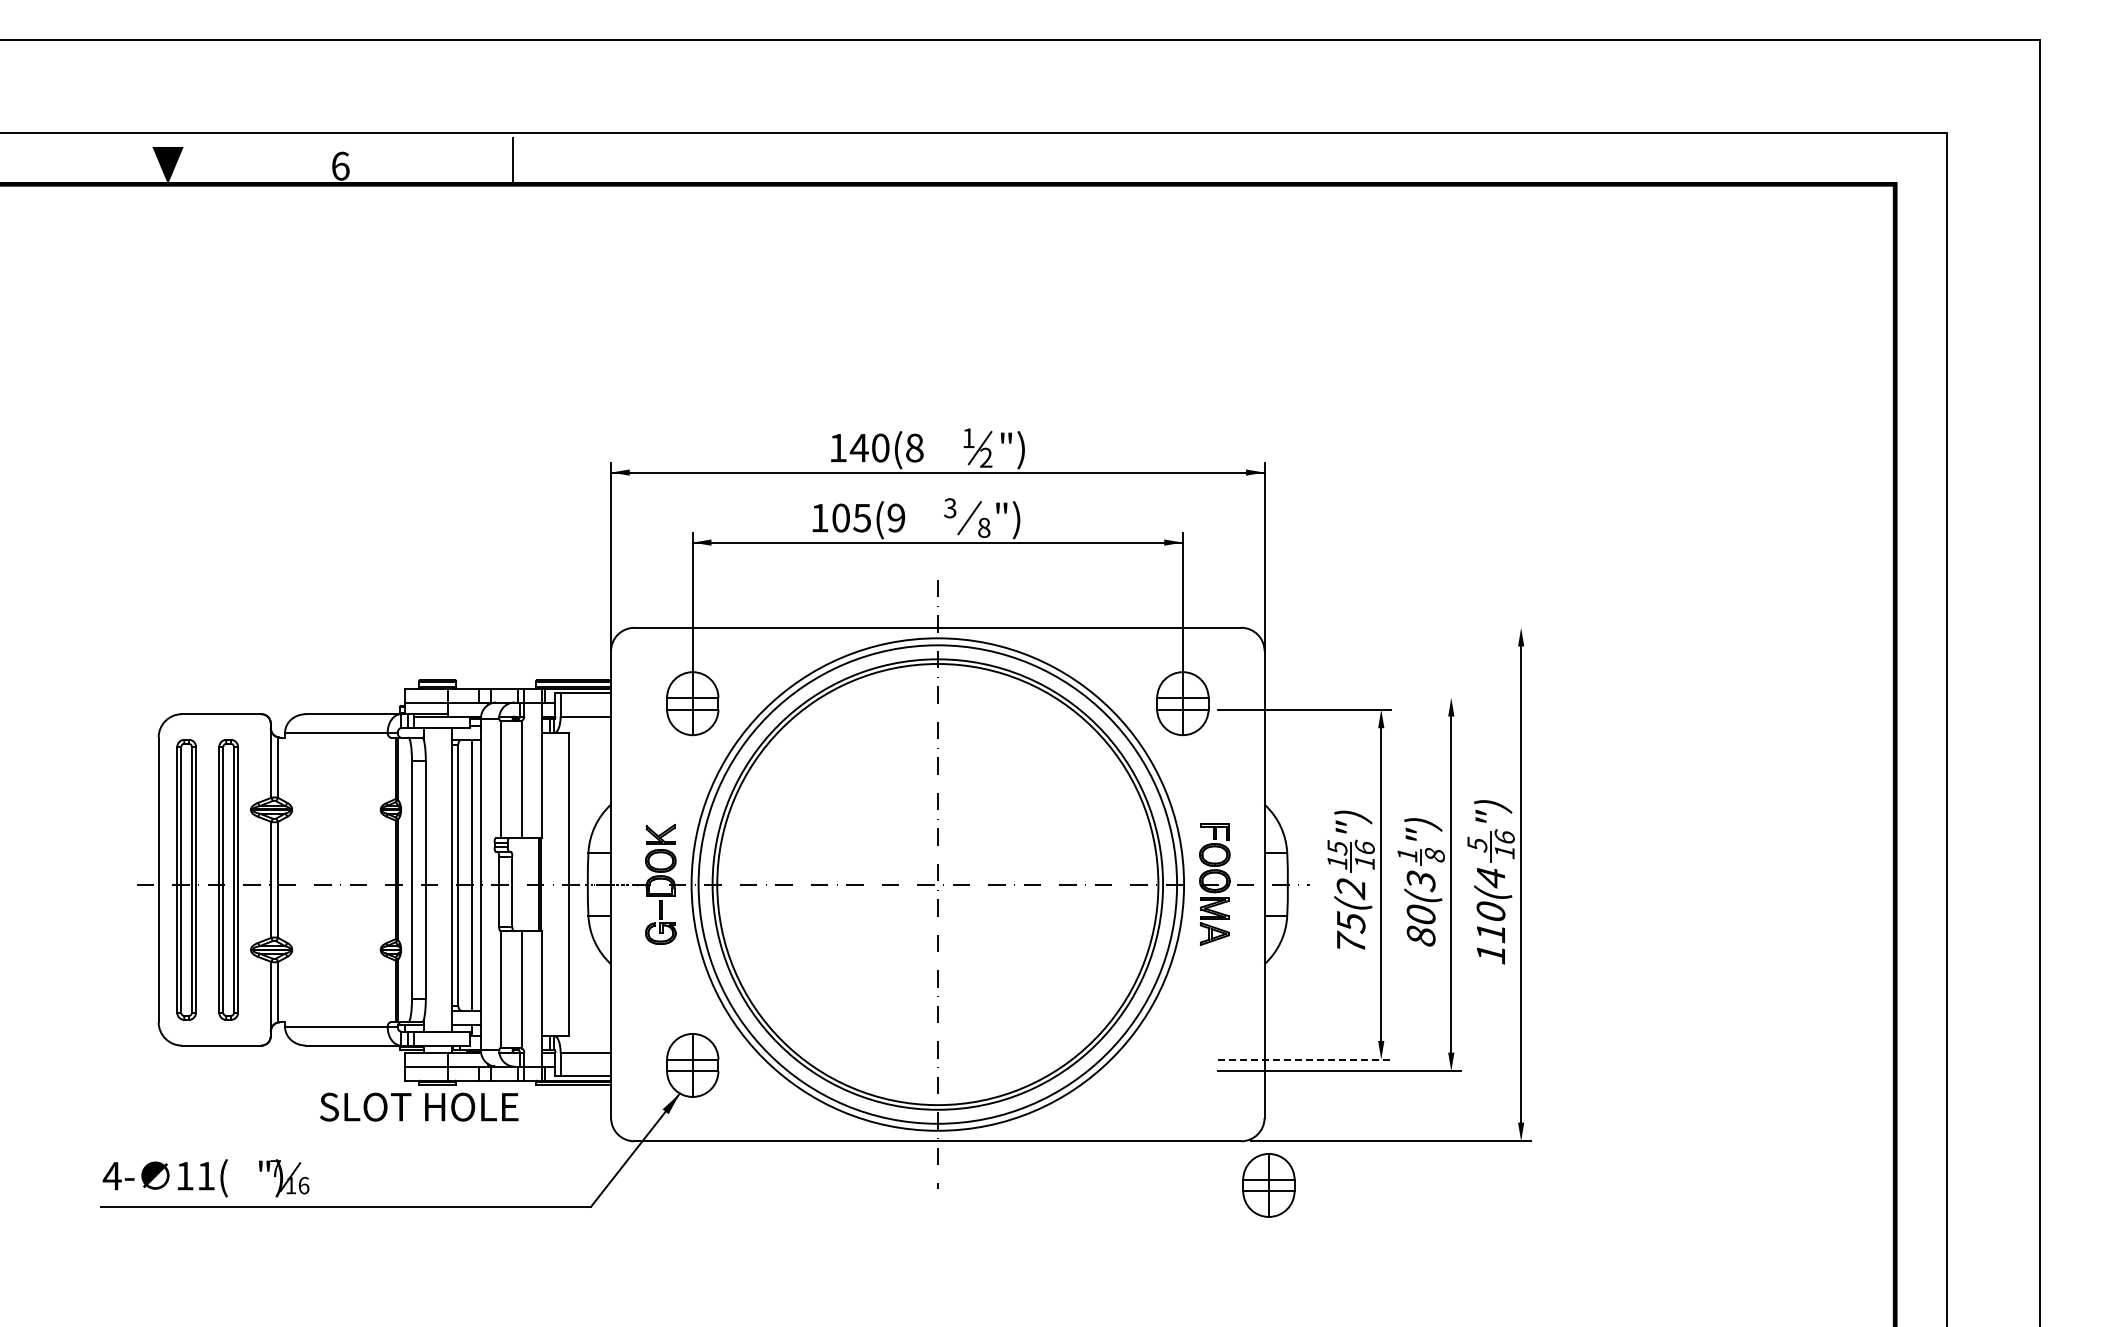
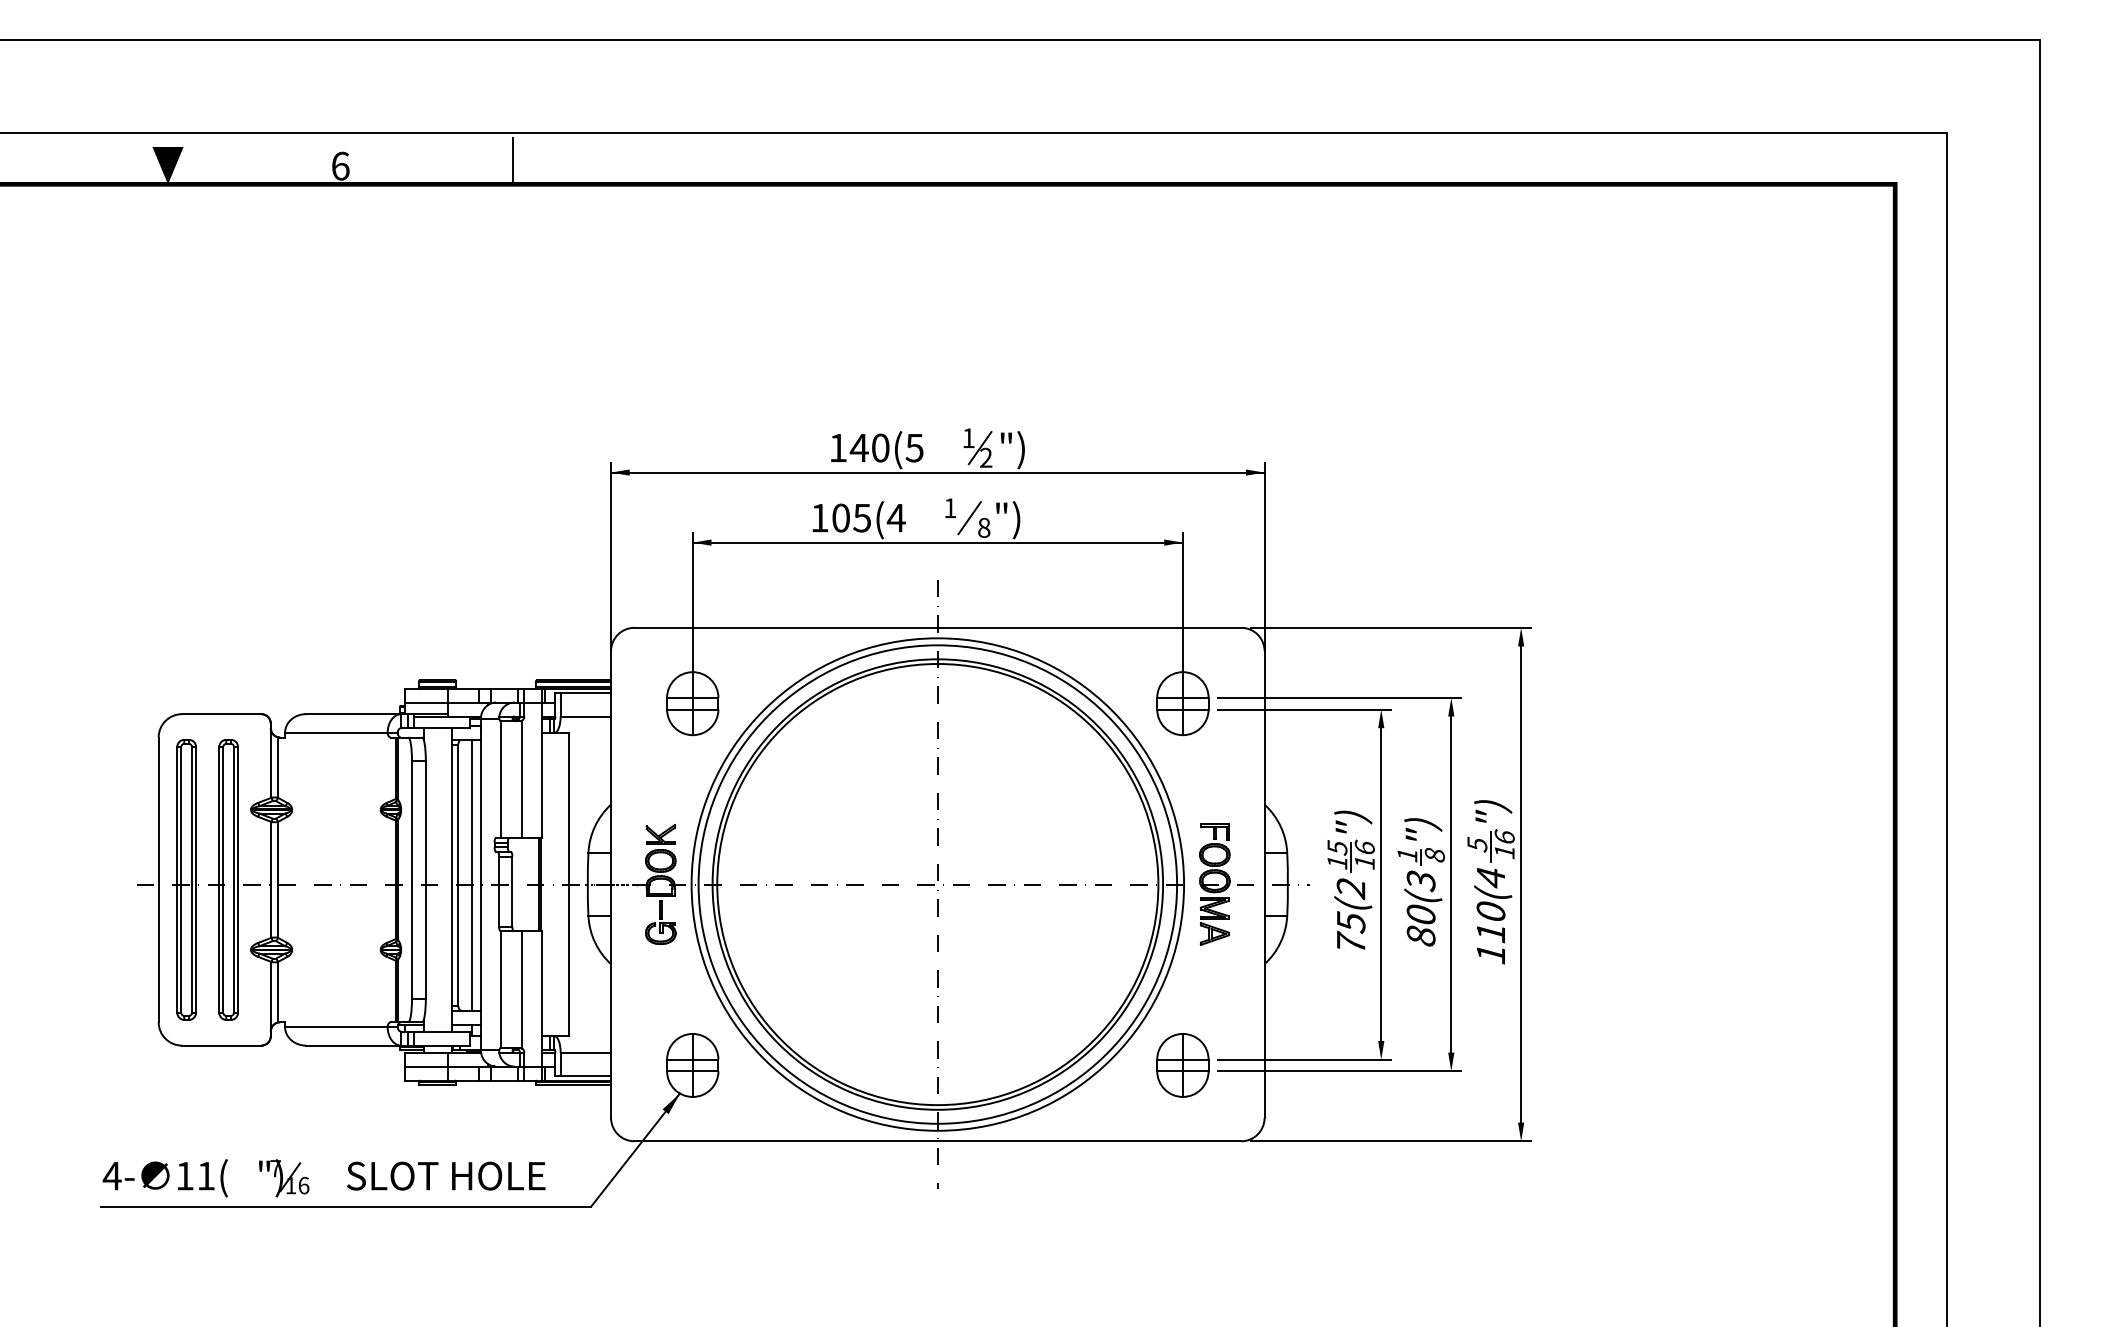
text at (914, 447): 140(8 -> 140(5
text at (950, 508): 3 -> 1
text at (895, 517): 105(9 -> 105(4
line at (1390, 627): none -> present
line at (1338, 697): none -> present
line at (1304, 1059): dashed -> solid
text at (419, 1106) position: (419, 1106) -> (446, 1175)
part at (1268, 1185) position: (1268, 1185) -> (1182, 1065)
